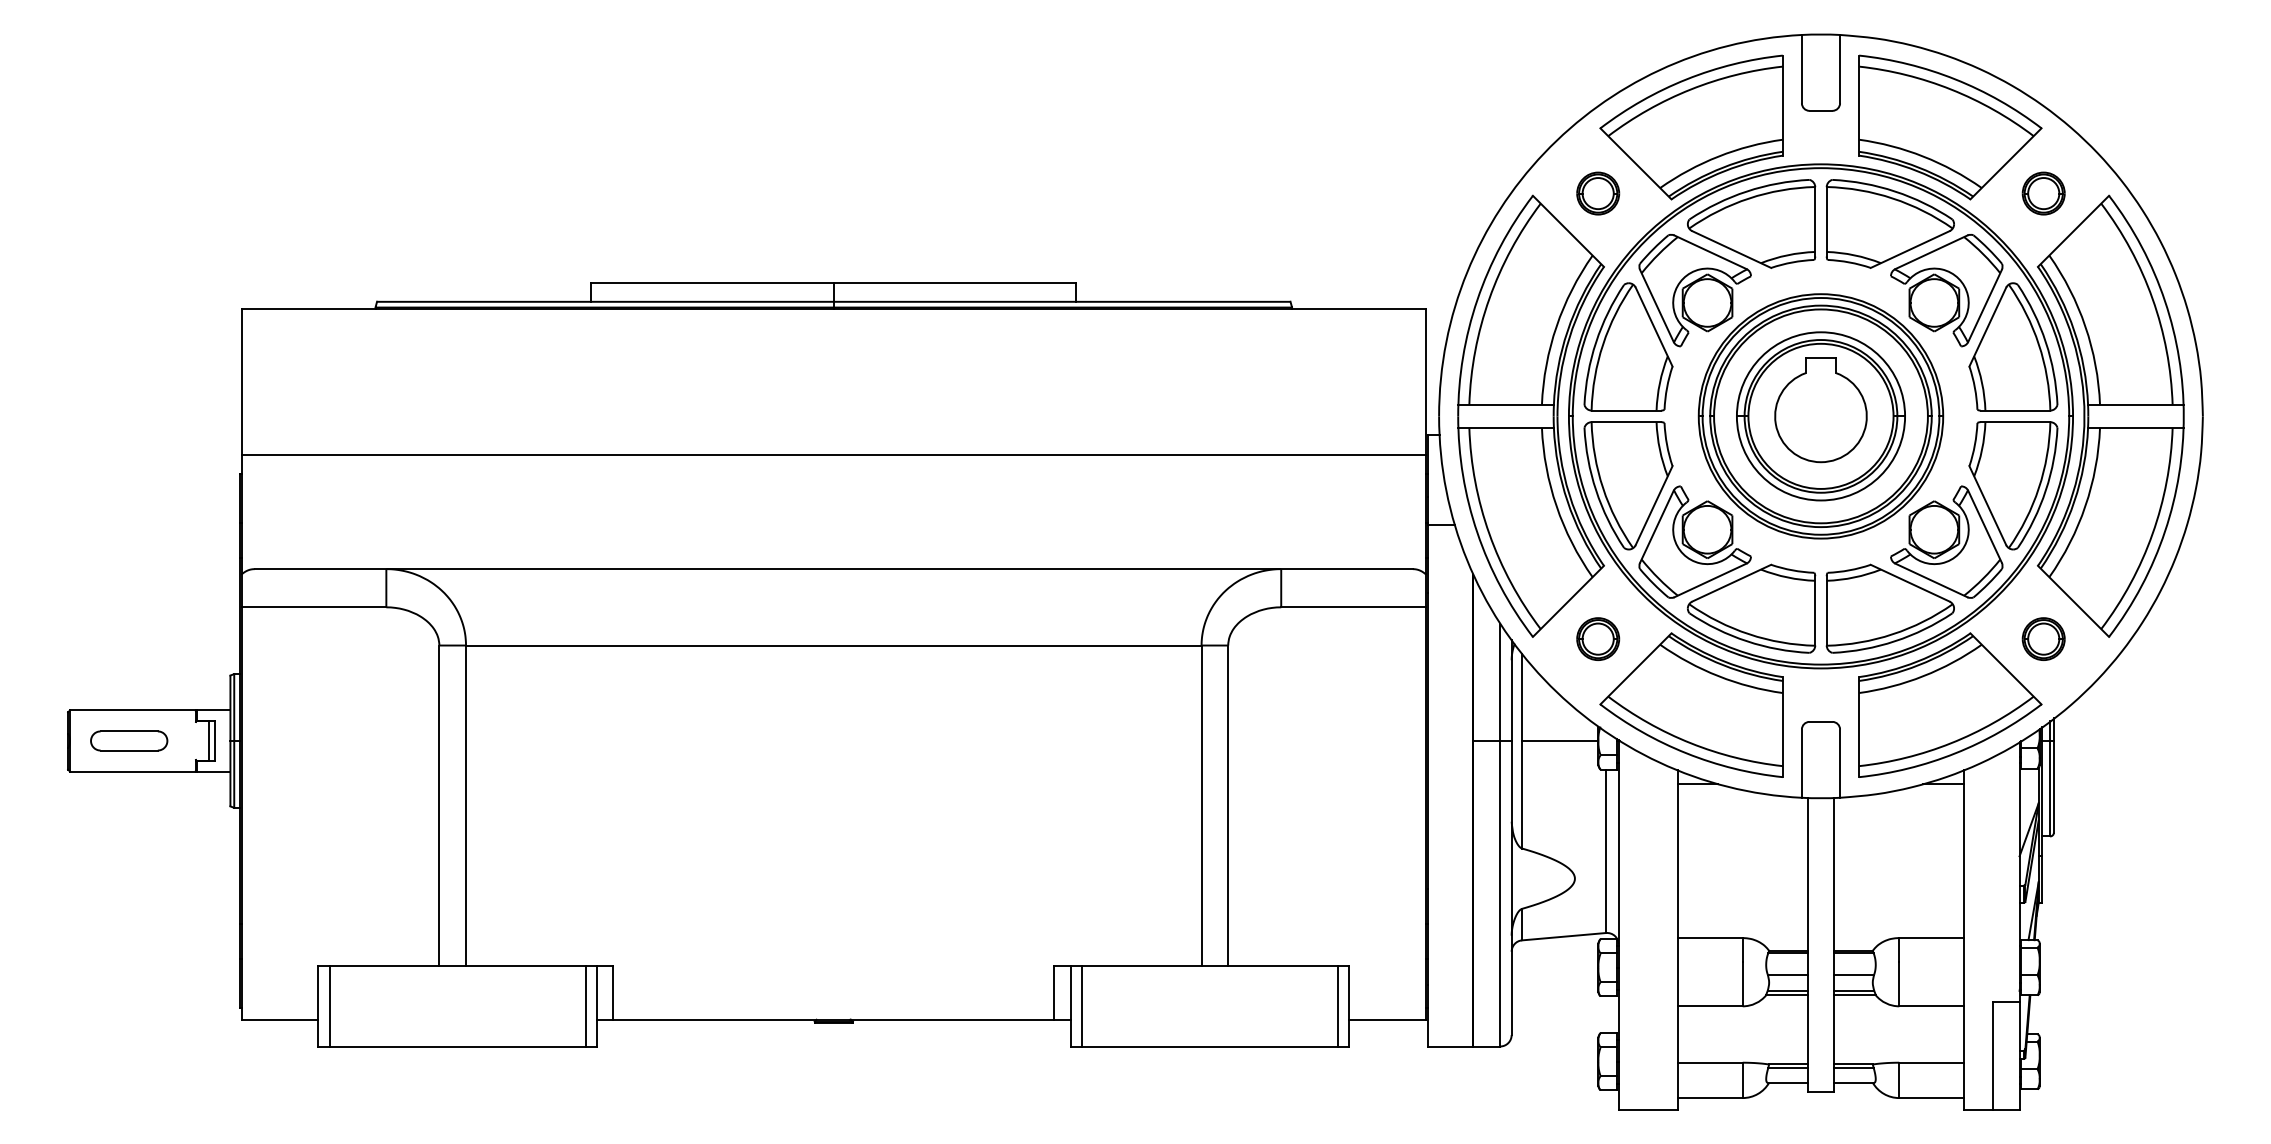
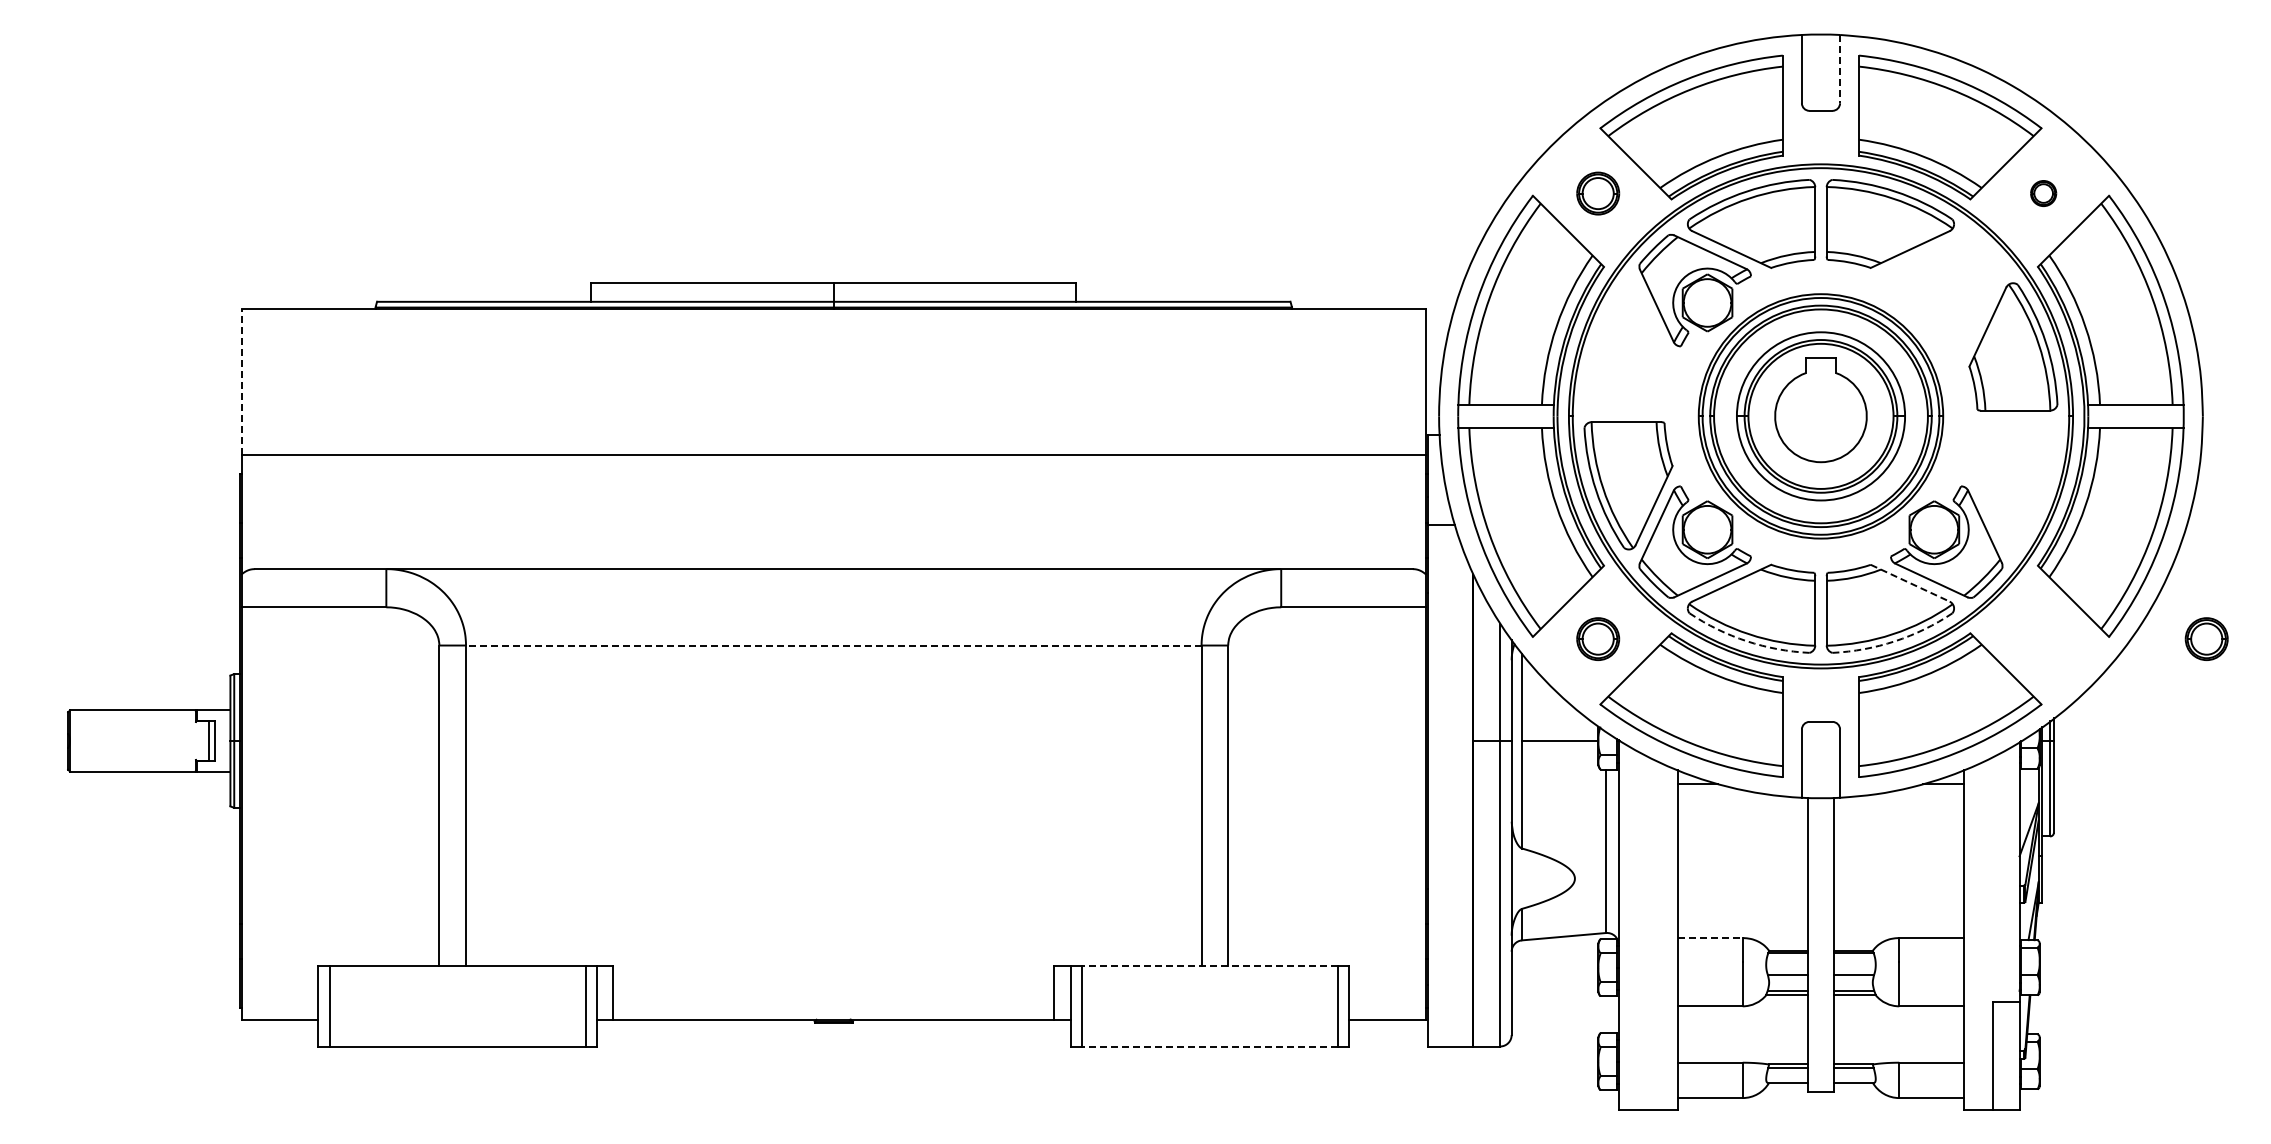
line at (1840, 69): solid -> dashed
part at (2043, 193) size: 45x45 px -> 28x27 px
part at (1946, 290): present -> none
part at (1628, 346): present -> none
line at (241, 382): solid -> dashed
part at (2013, 485): present -> none
line at (1910, 583): solid -> dashed
part at (2043, 638) position: (2043, 638) -> (2206, 638)
arc at (1746, 641): solid -> dashed
arc at (1895, 641): solid -> dashed
line at (833, 645): solid -> dashed
part at (129, 740): present -> none
line at (1710, 938): solid -> dashed
line at (1209, 966): solid -> dashed
line at (1209, 1046): solid -> dashed
